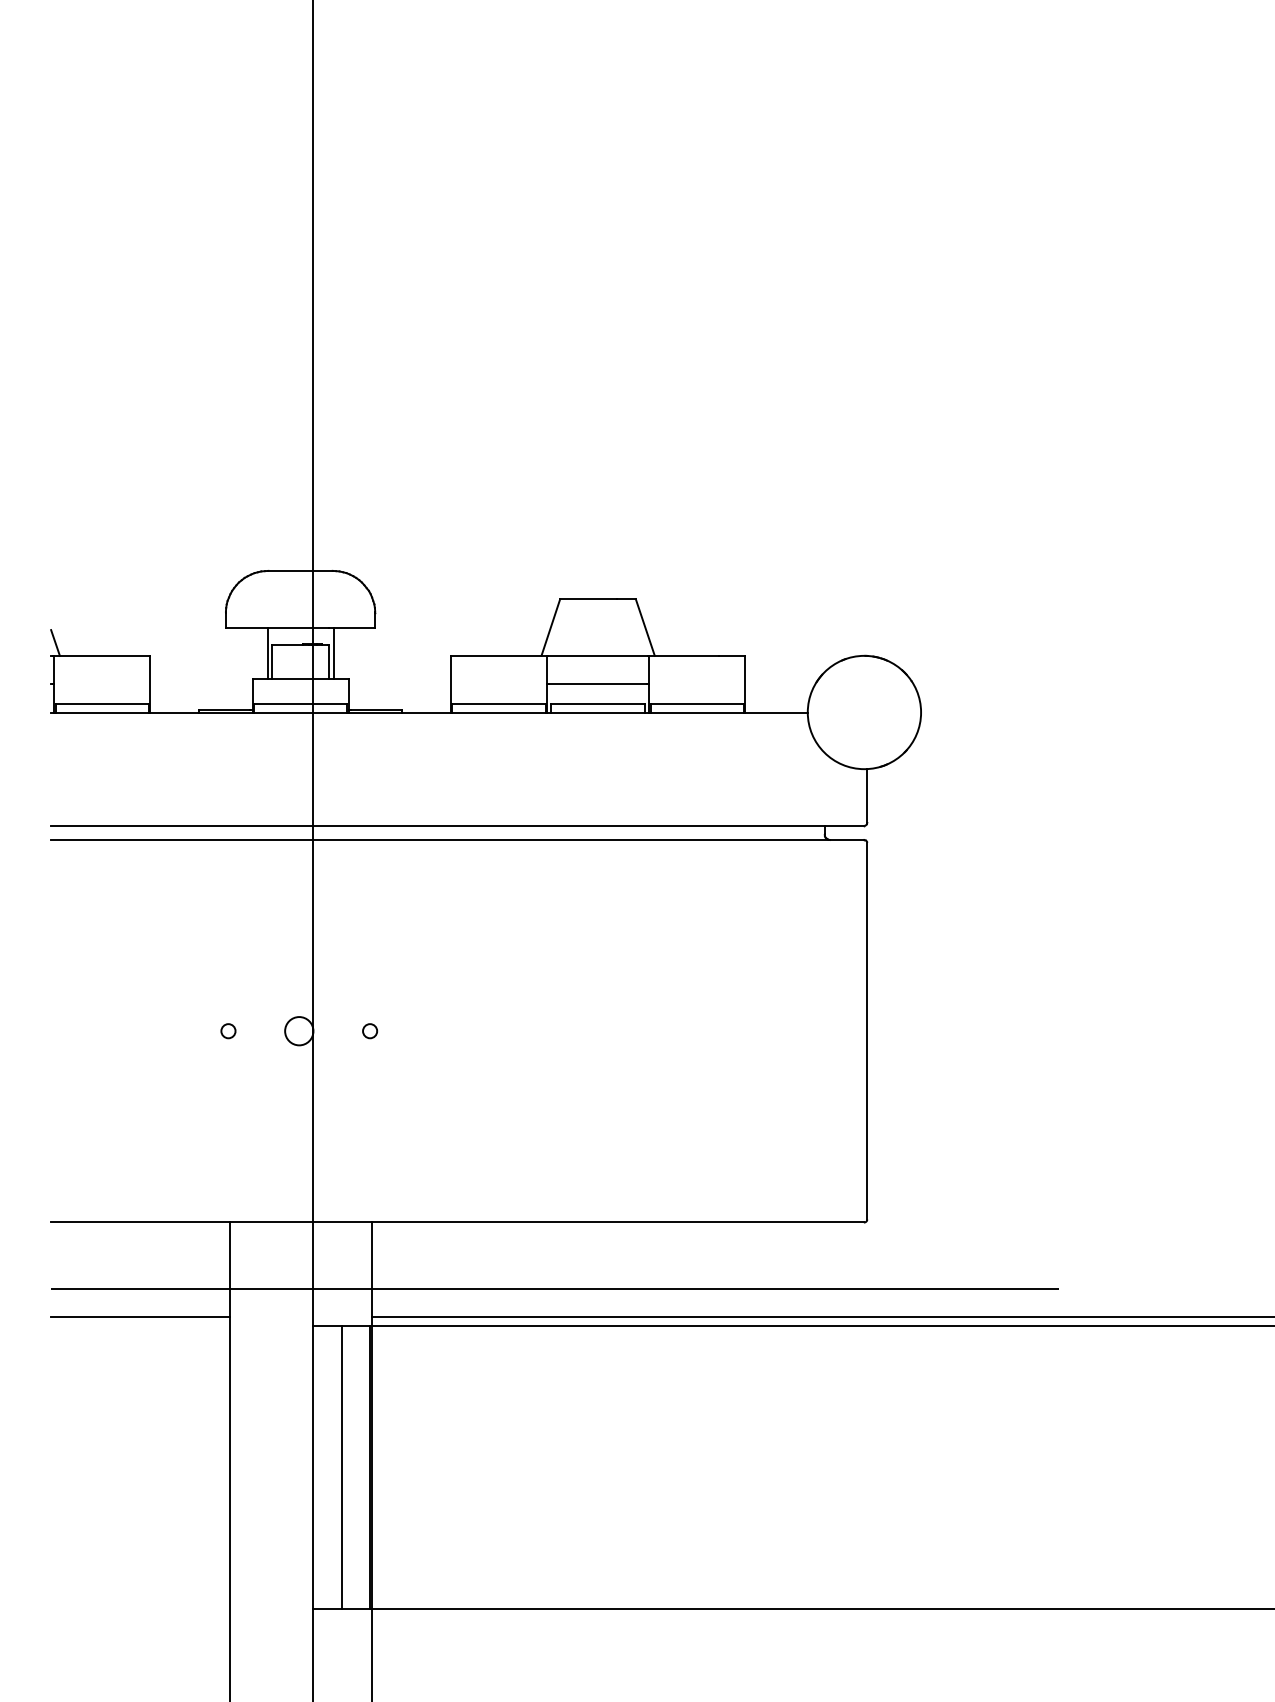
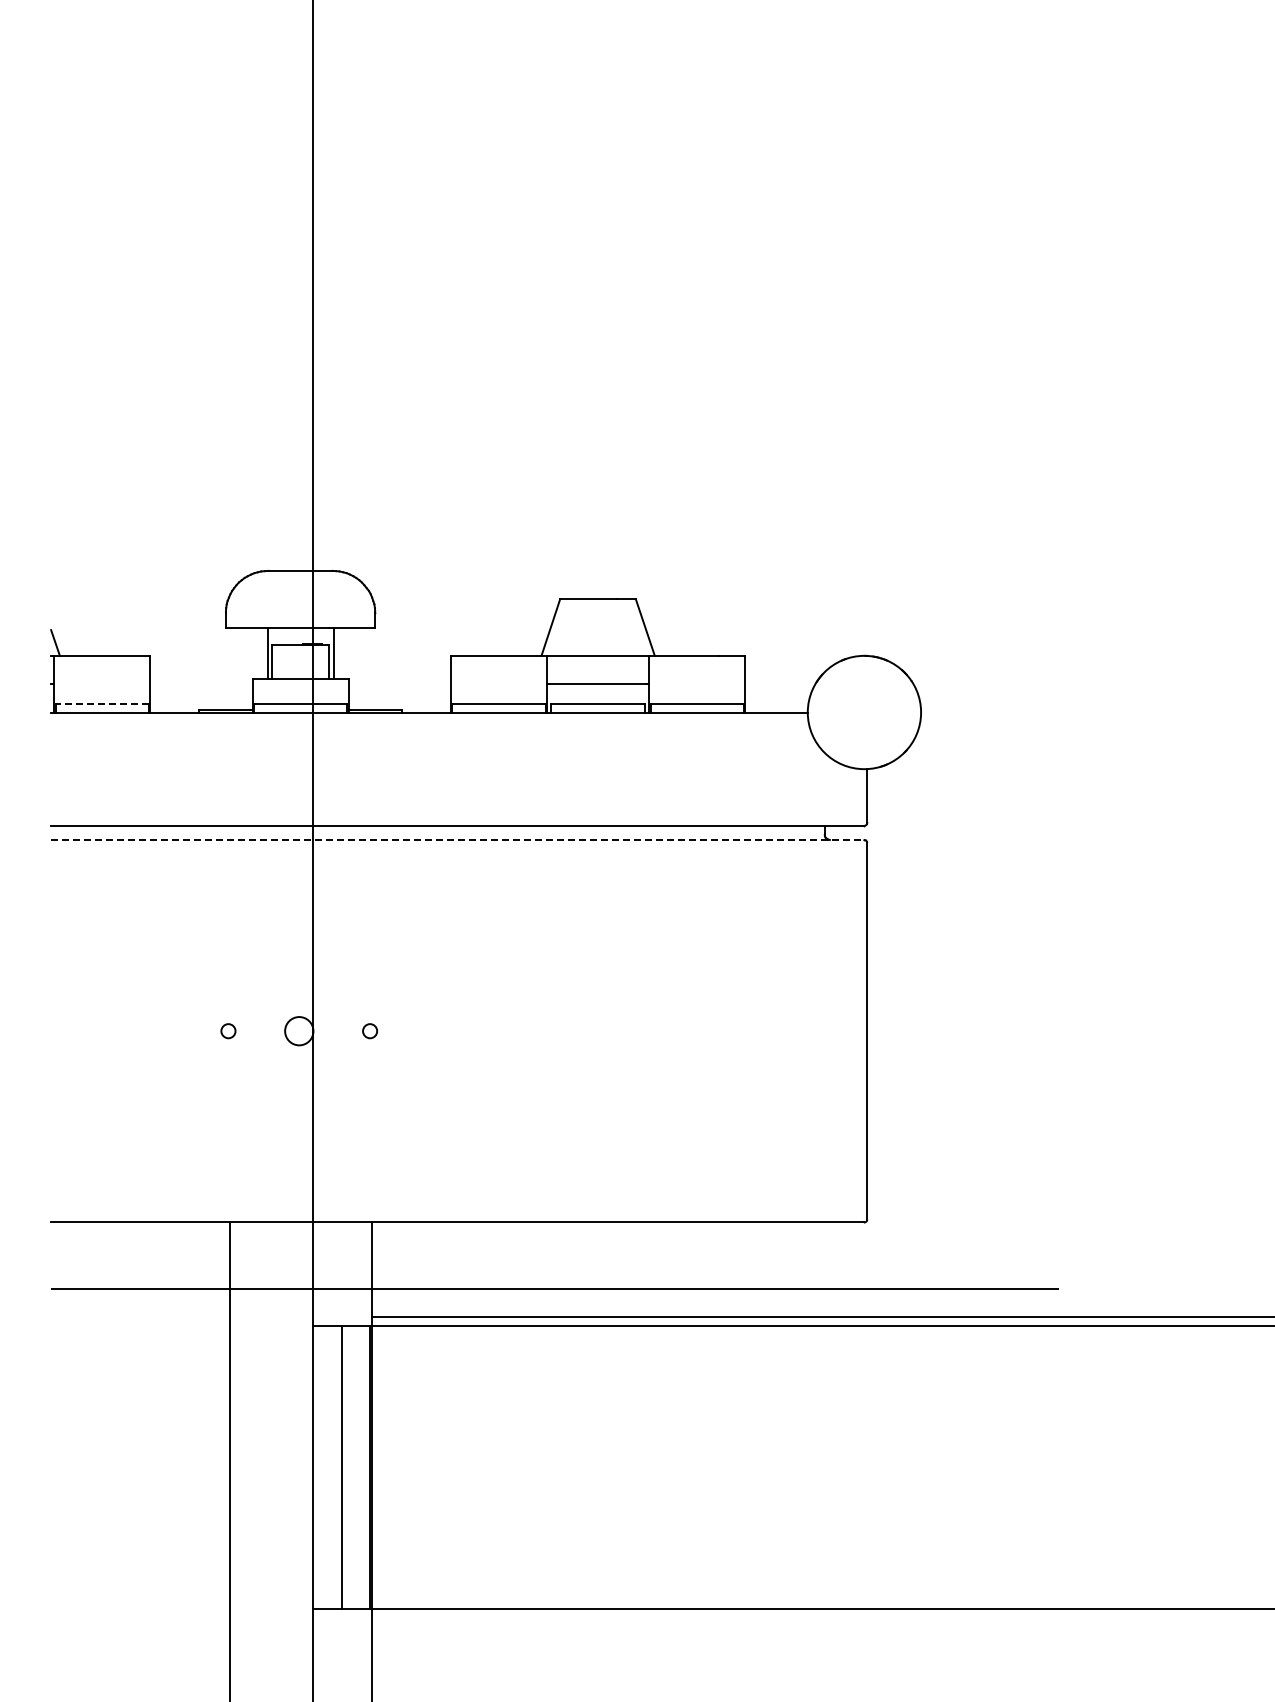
line at (102, 704): solid -> dashed
line at (457, 839): solid -> dashed
line at (140, 1317): present -> none
